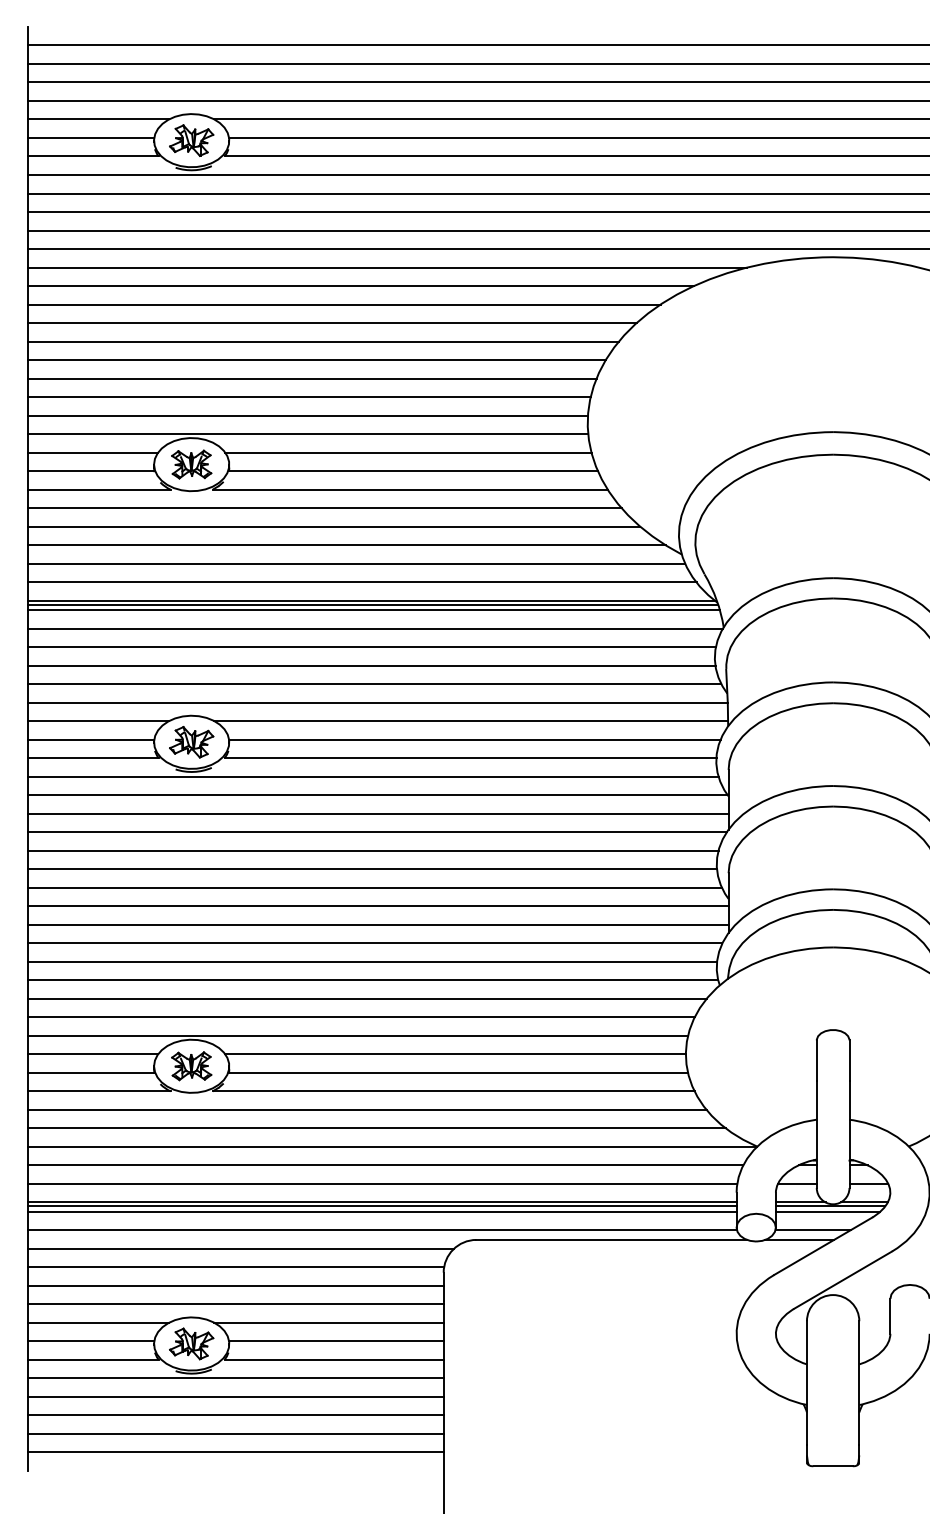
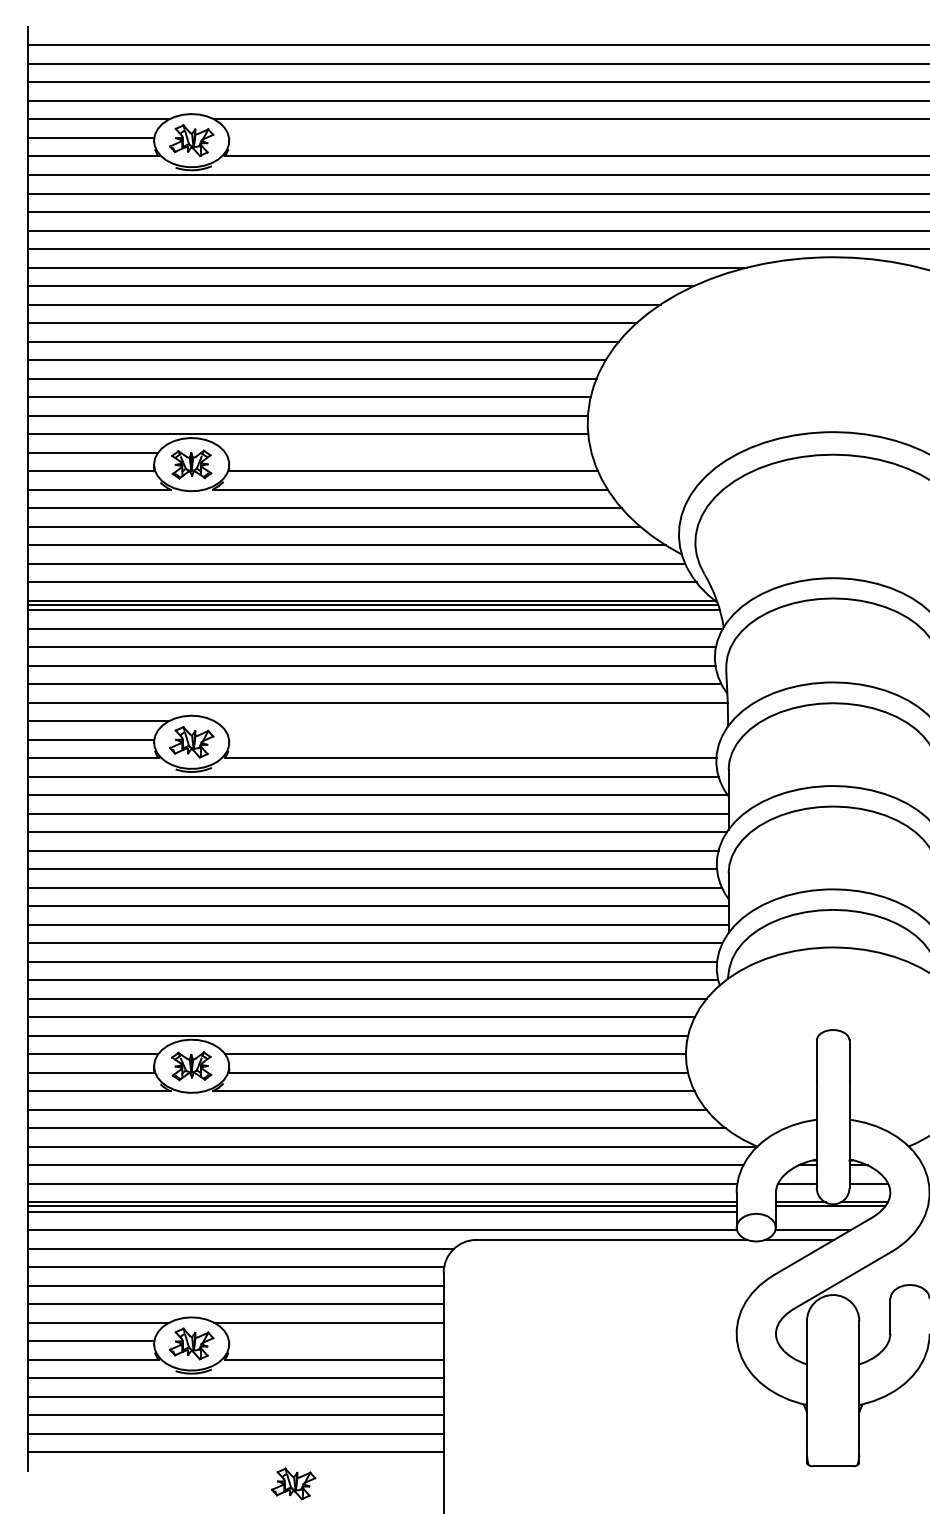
line at (577, 137): present -> none
line at (408, 452): present -> none
line at (471, 721): present -> none
line at (474, 739): present -> none
line at (827, 1211): present -> none
line at (336, 1341): present -> none
part at (293, 1483): none -> present
